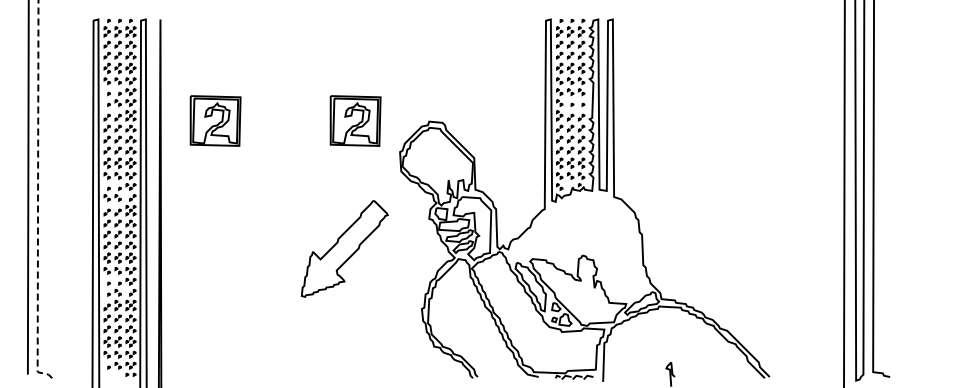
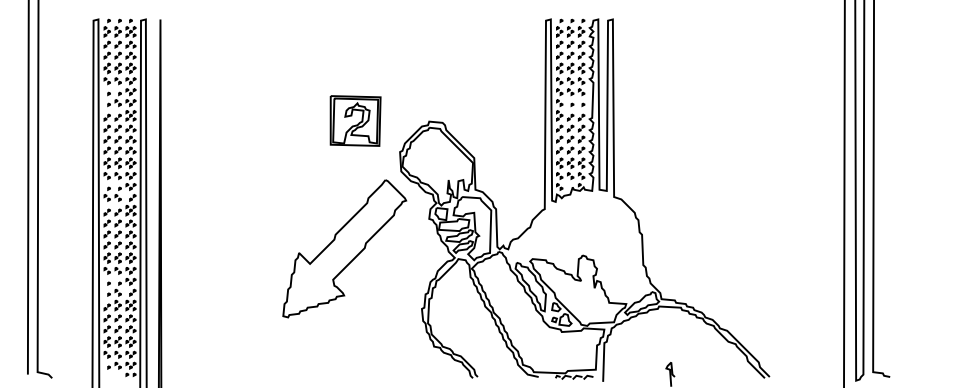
part at (215, 120): present -> none
line at (38, 196): dashed -> solid
part at (344, 248) size: 89x98 px -> 126x140 px
